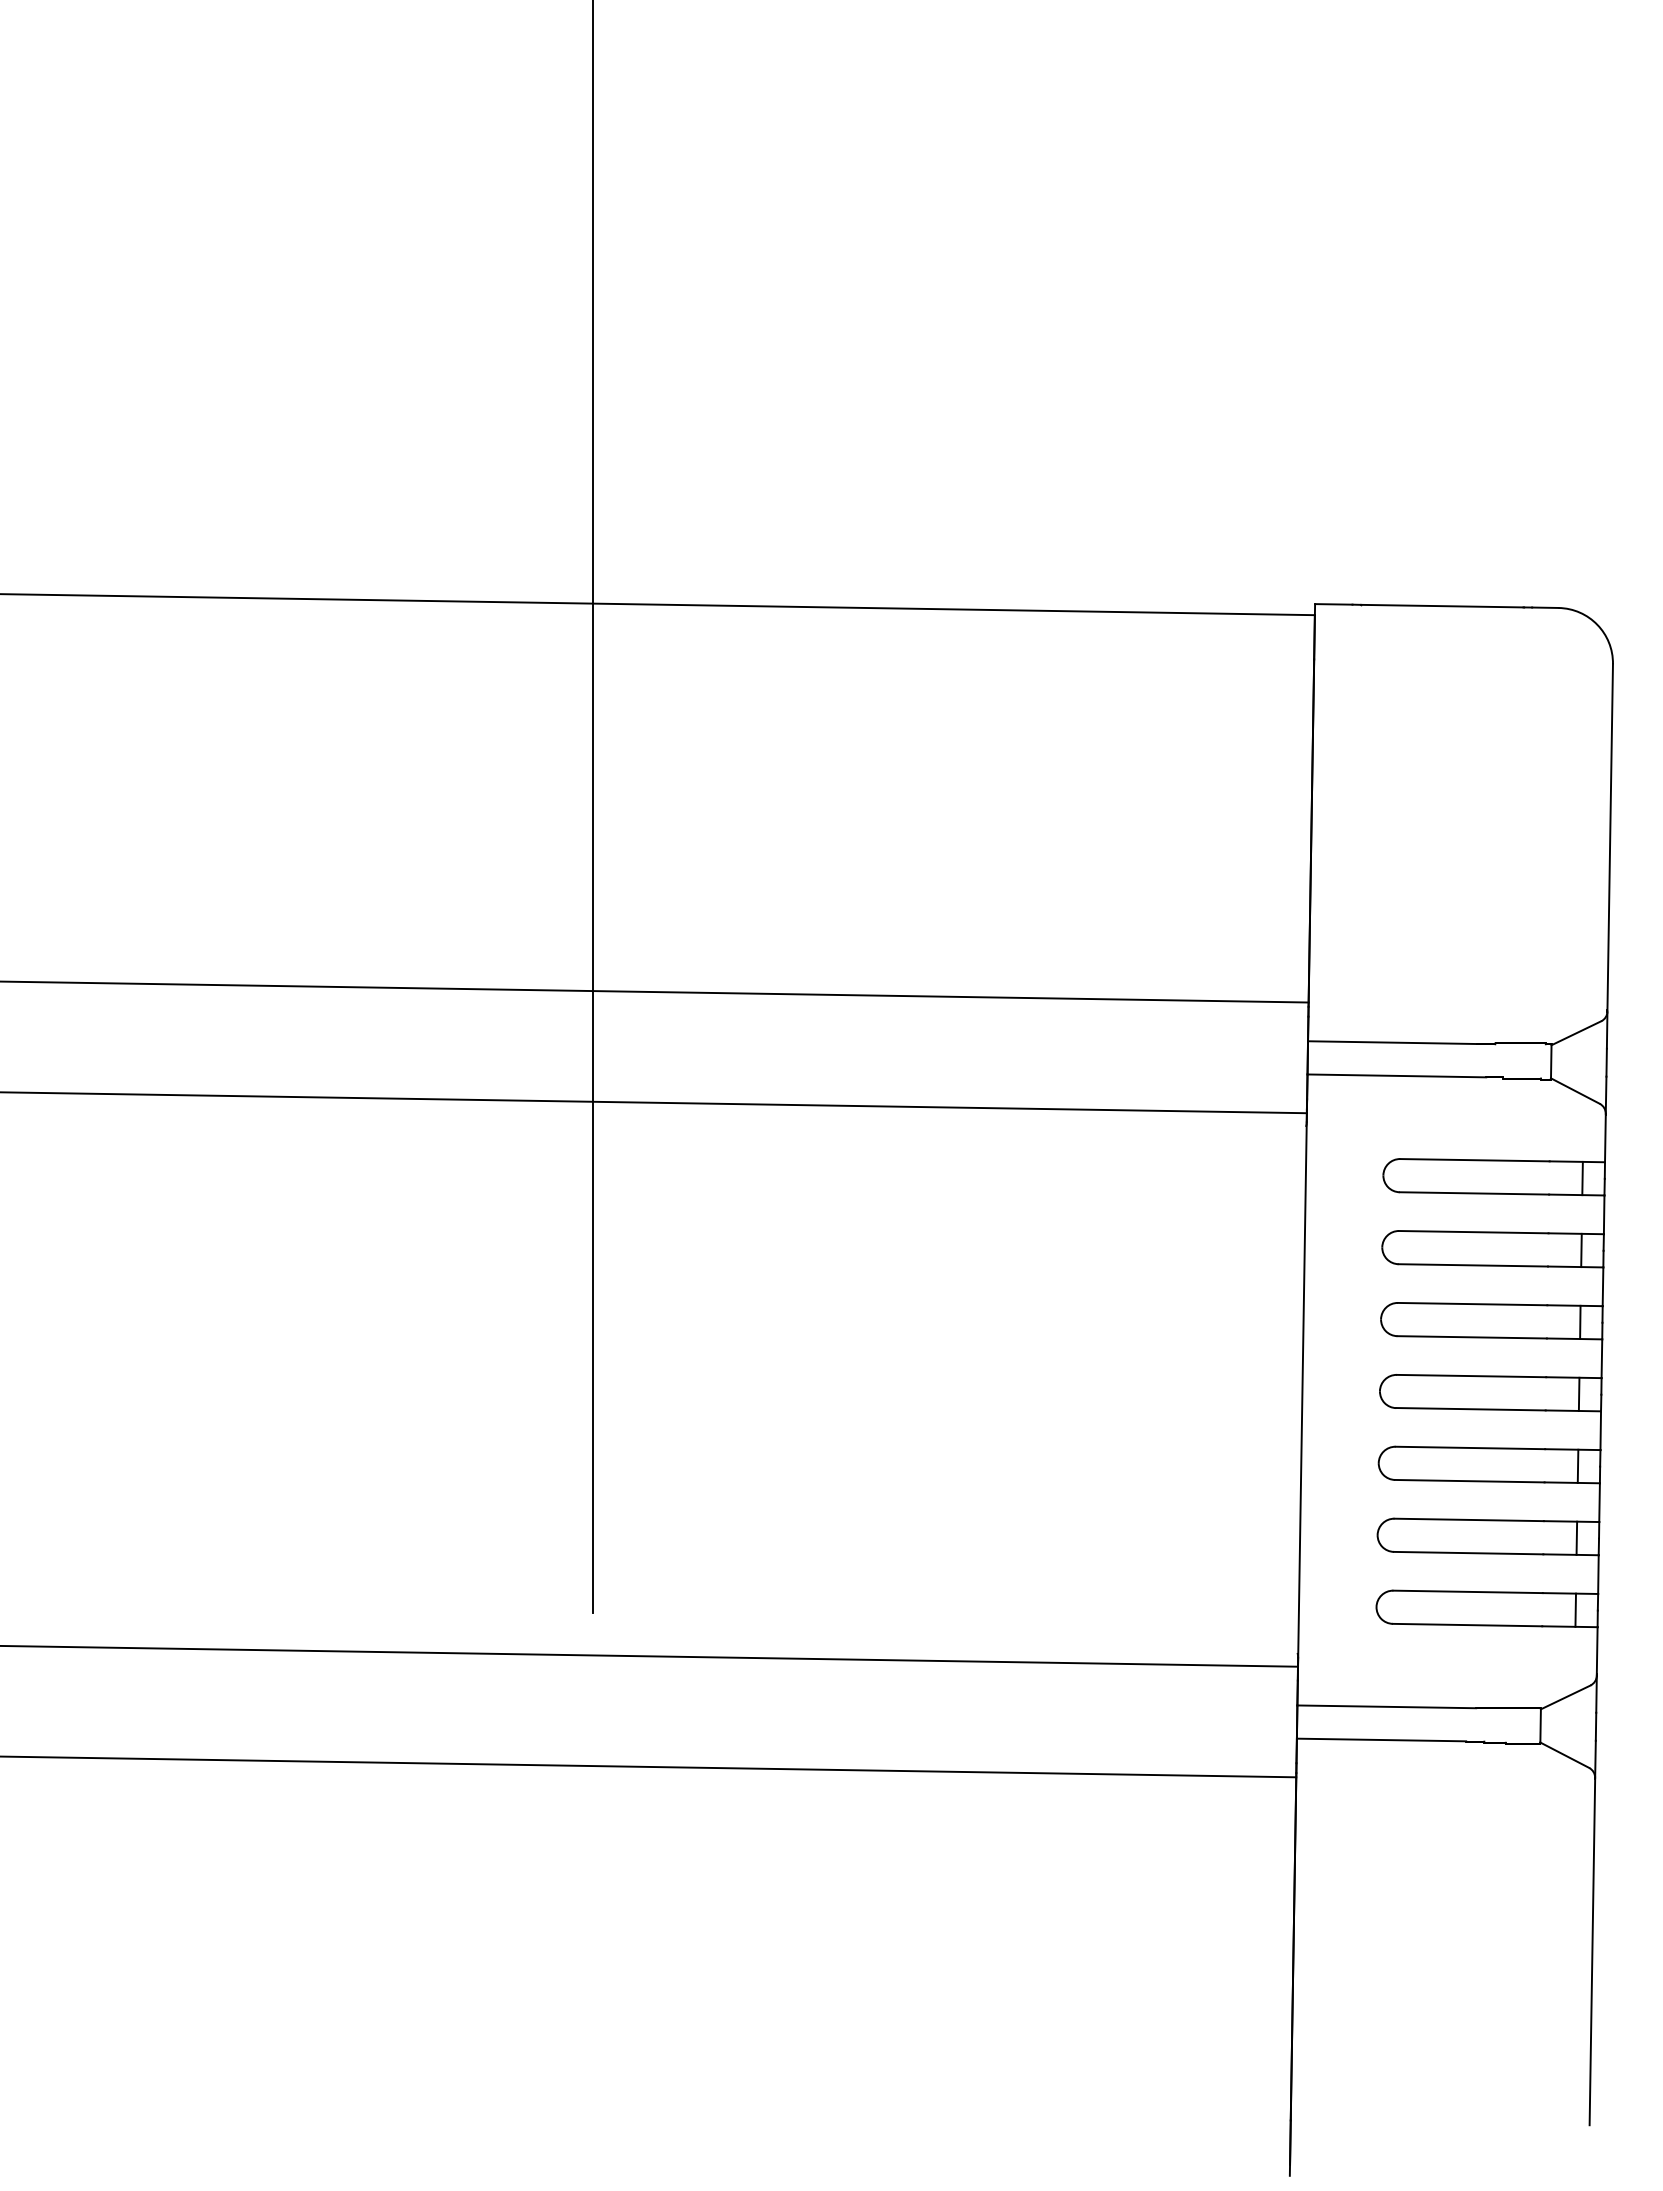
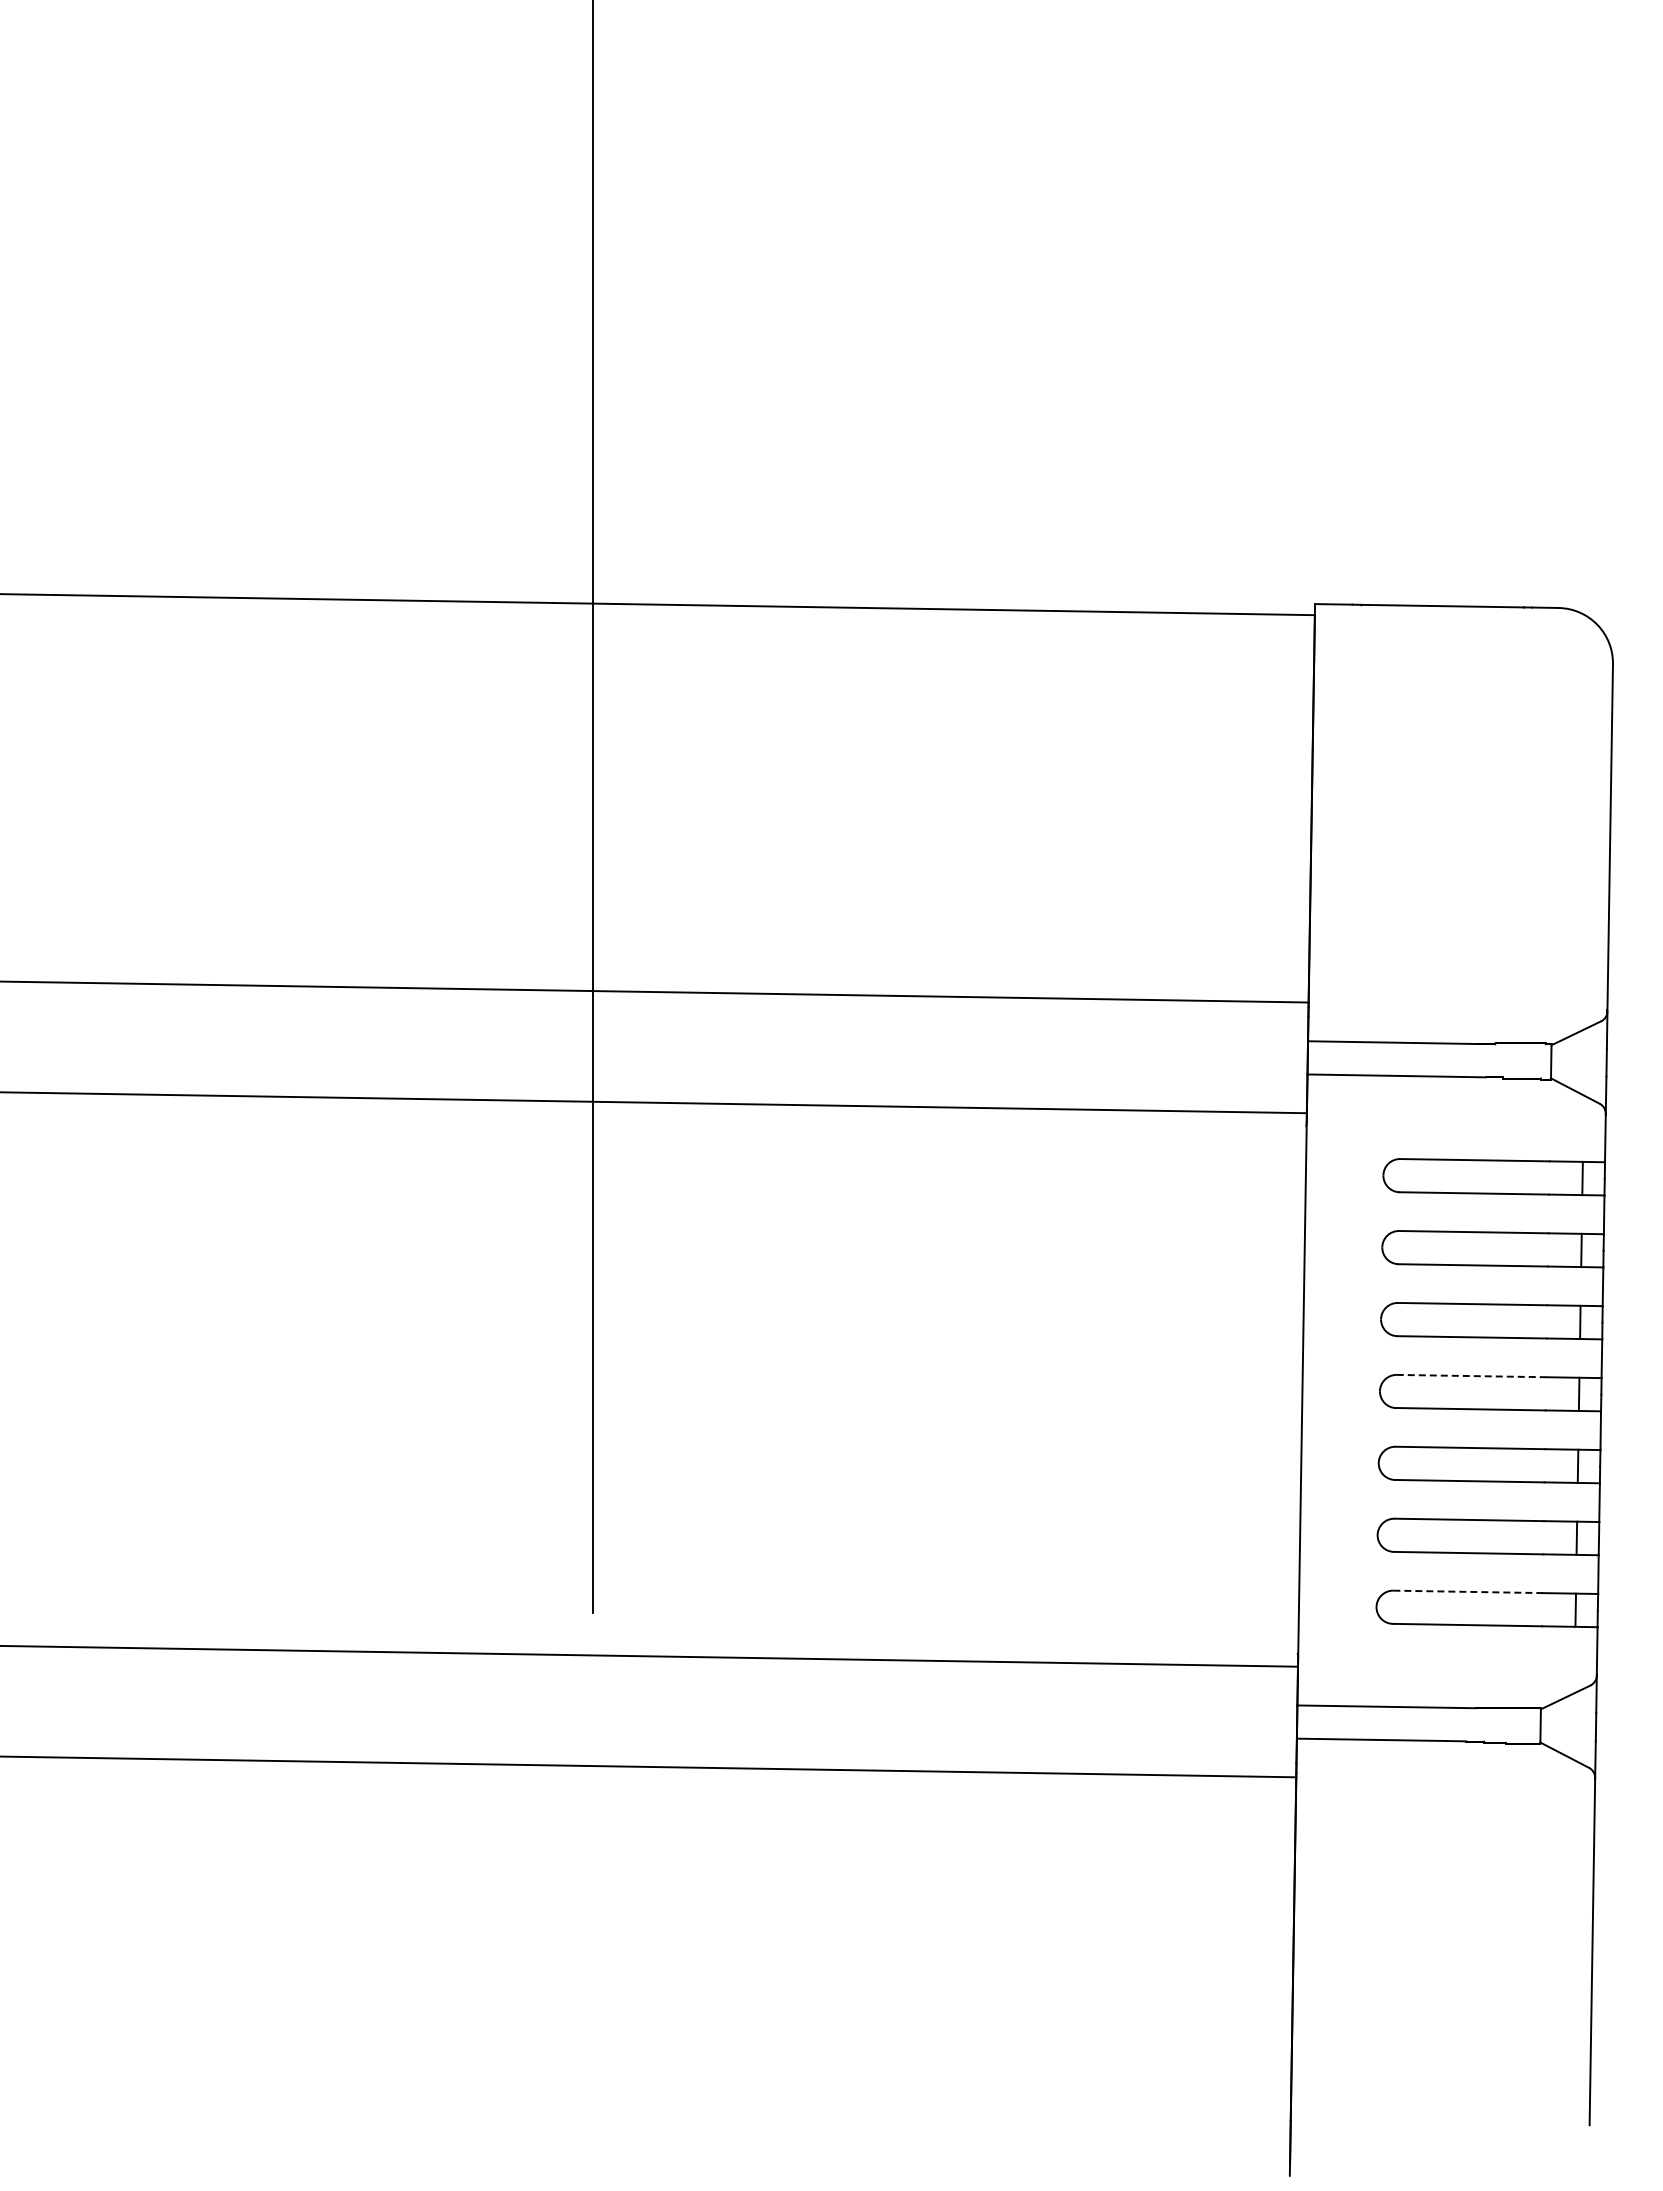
line at (1471, 1376): solid -> dashed
line at (1468, 1591): solid -> dashed
